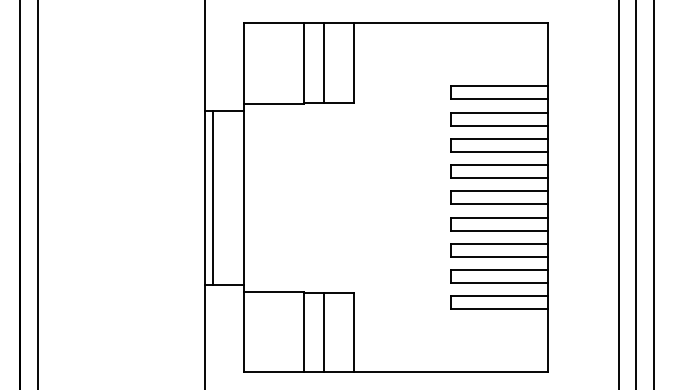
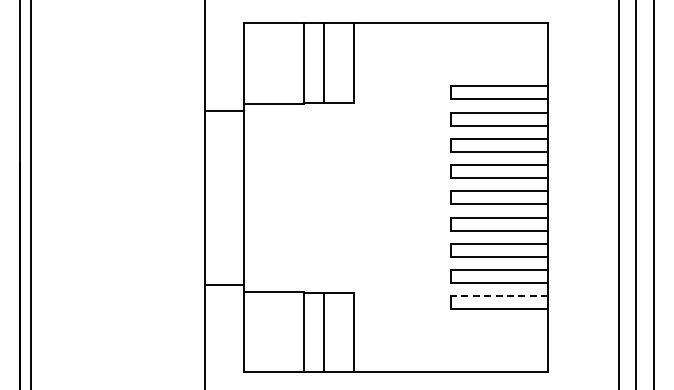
line at (37, 194) position: (37, 194) -> (30, 194)
line at (212, 197): present -> none
line at (499, 296): solid -> dashed
